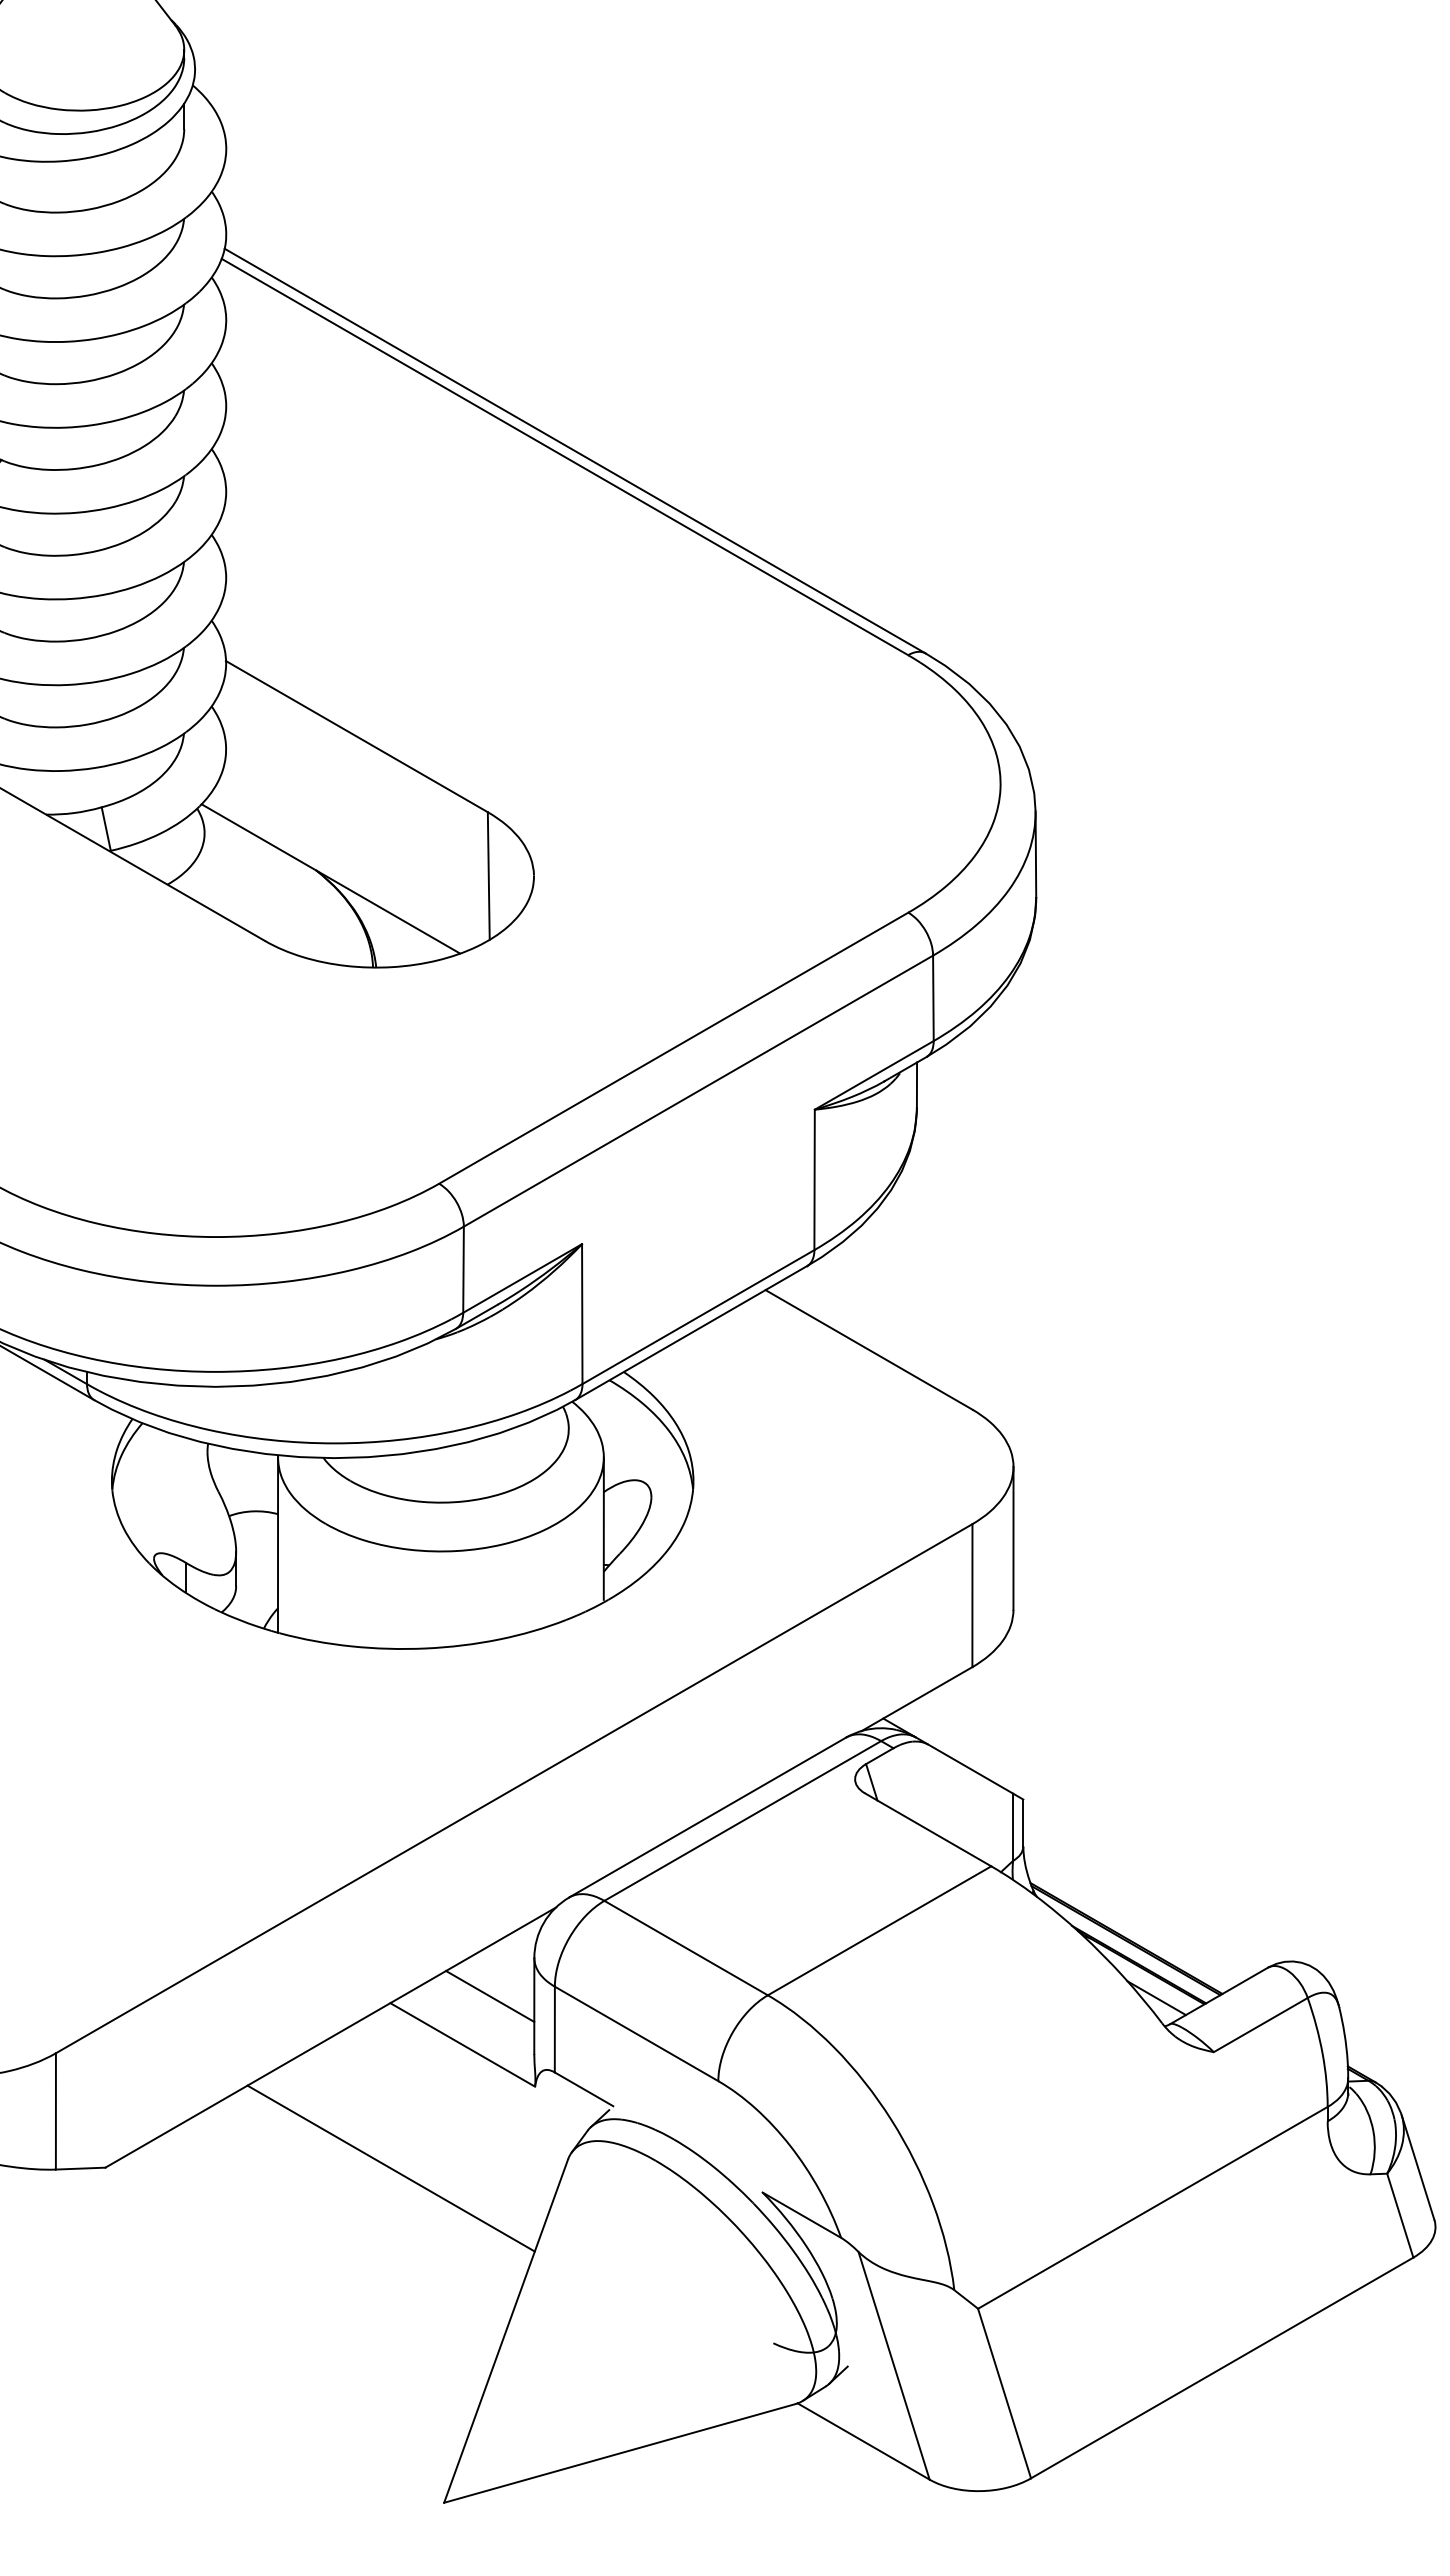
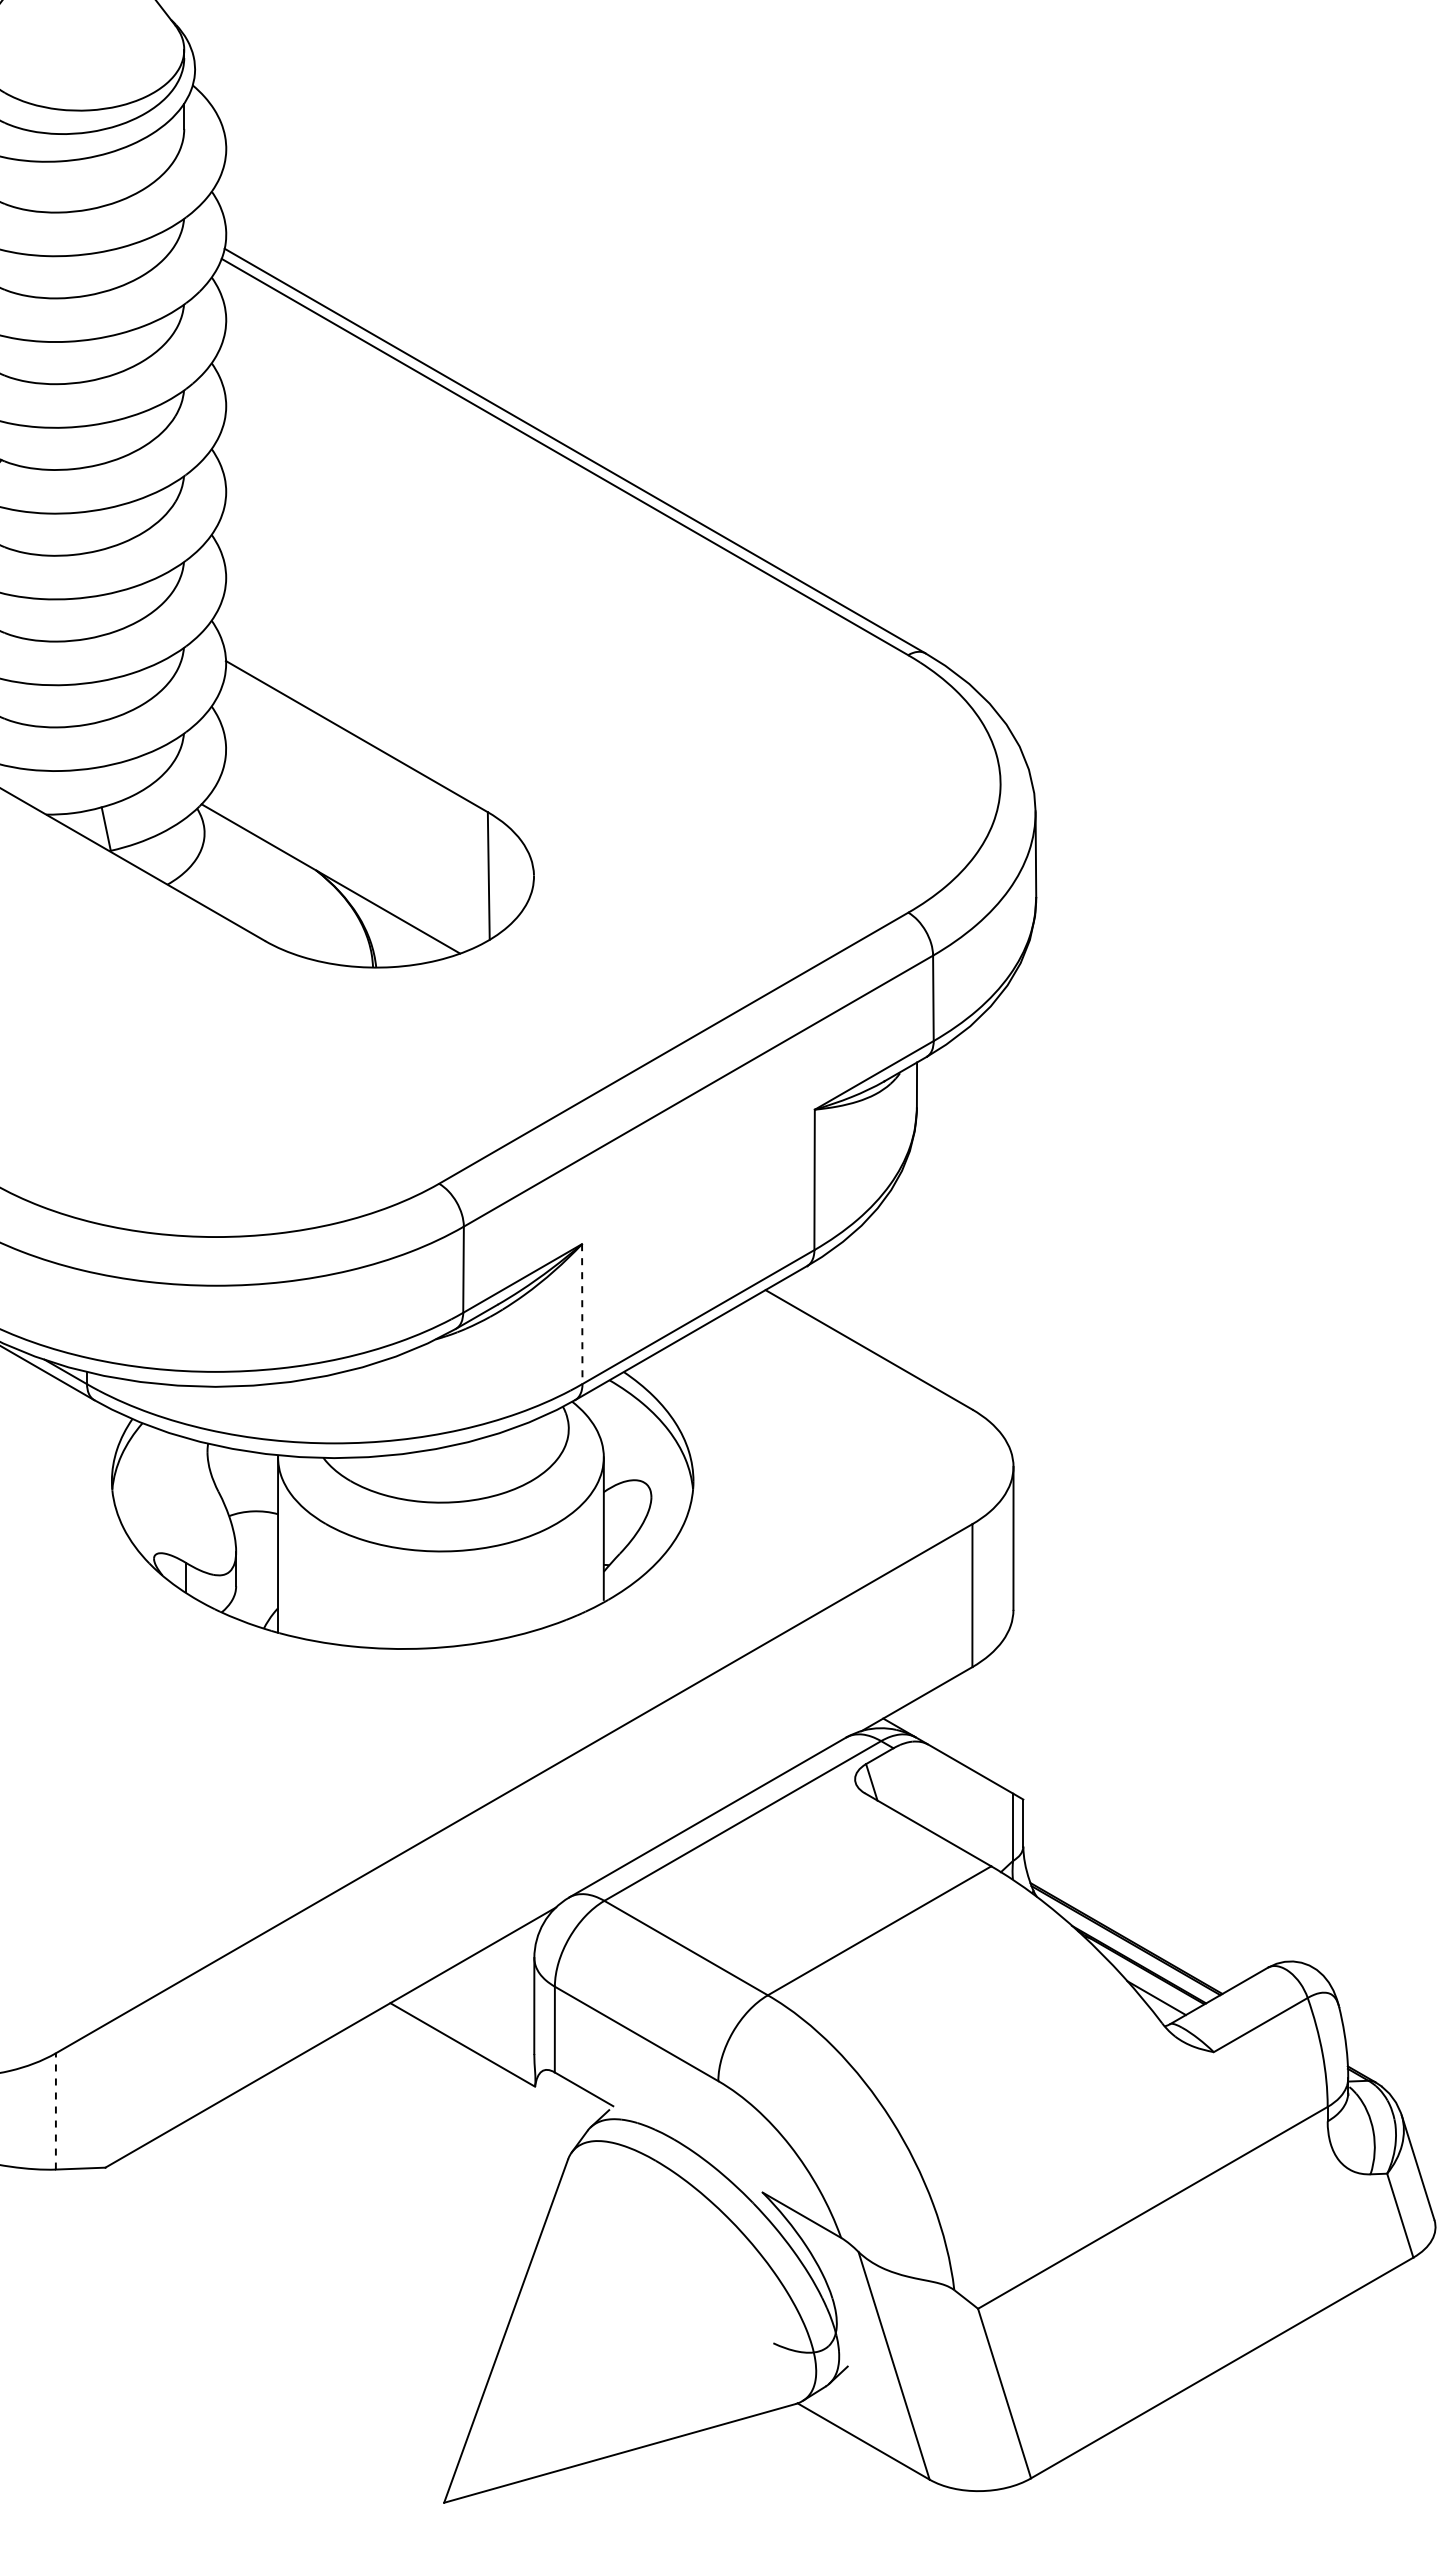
line at (582, 1314): solid -> dashed
line at (490, 1996): present -> none
line at (55, 2110): solid -> dashed
line at (390, 2168): present -> none
